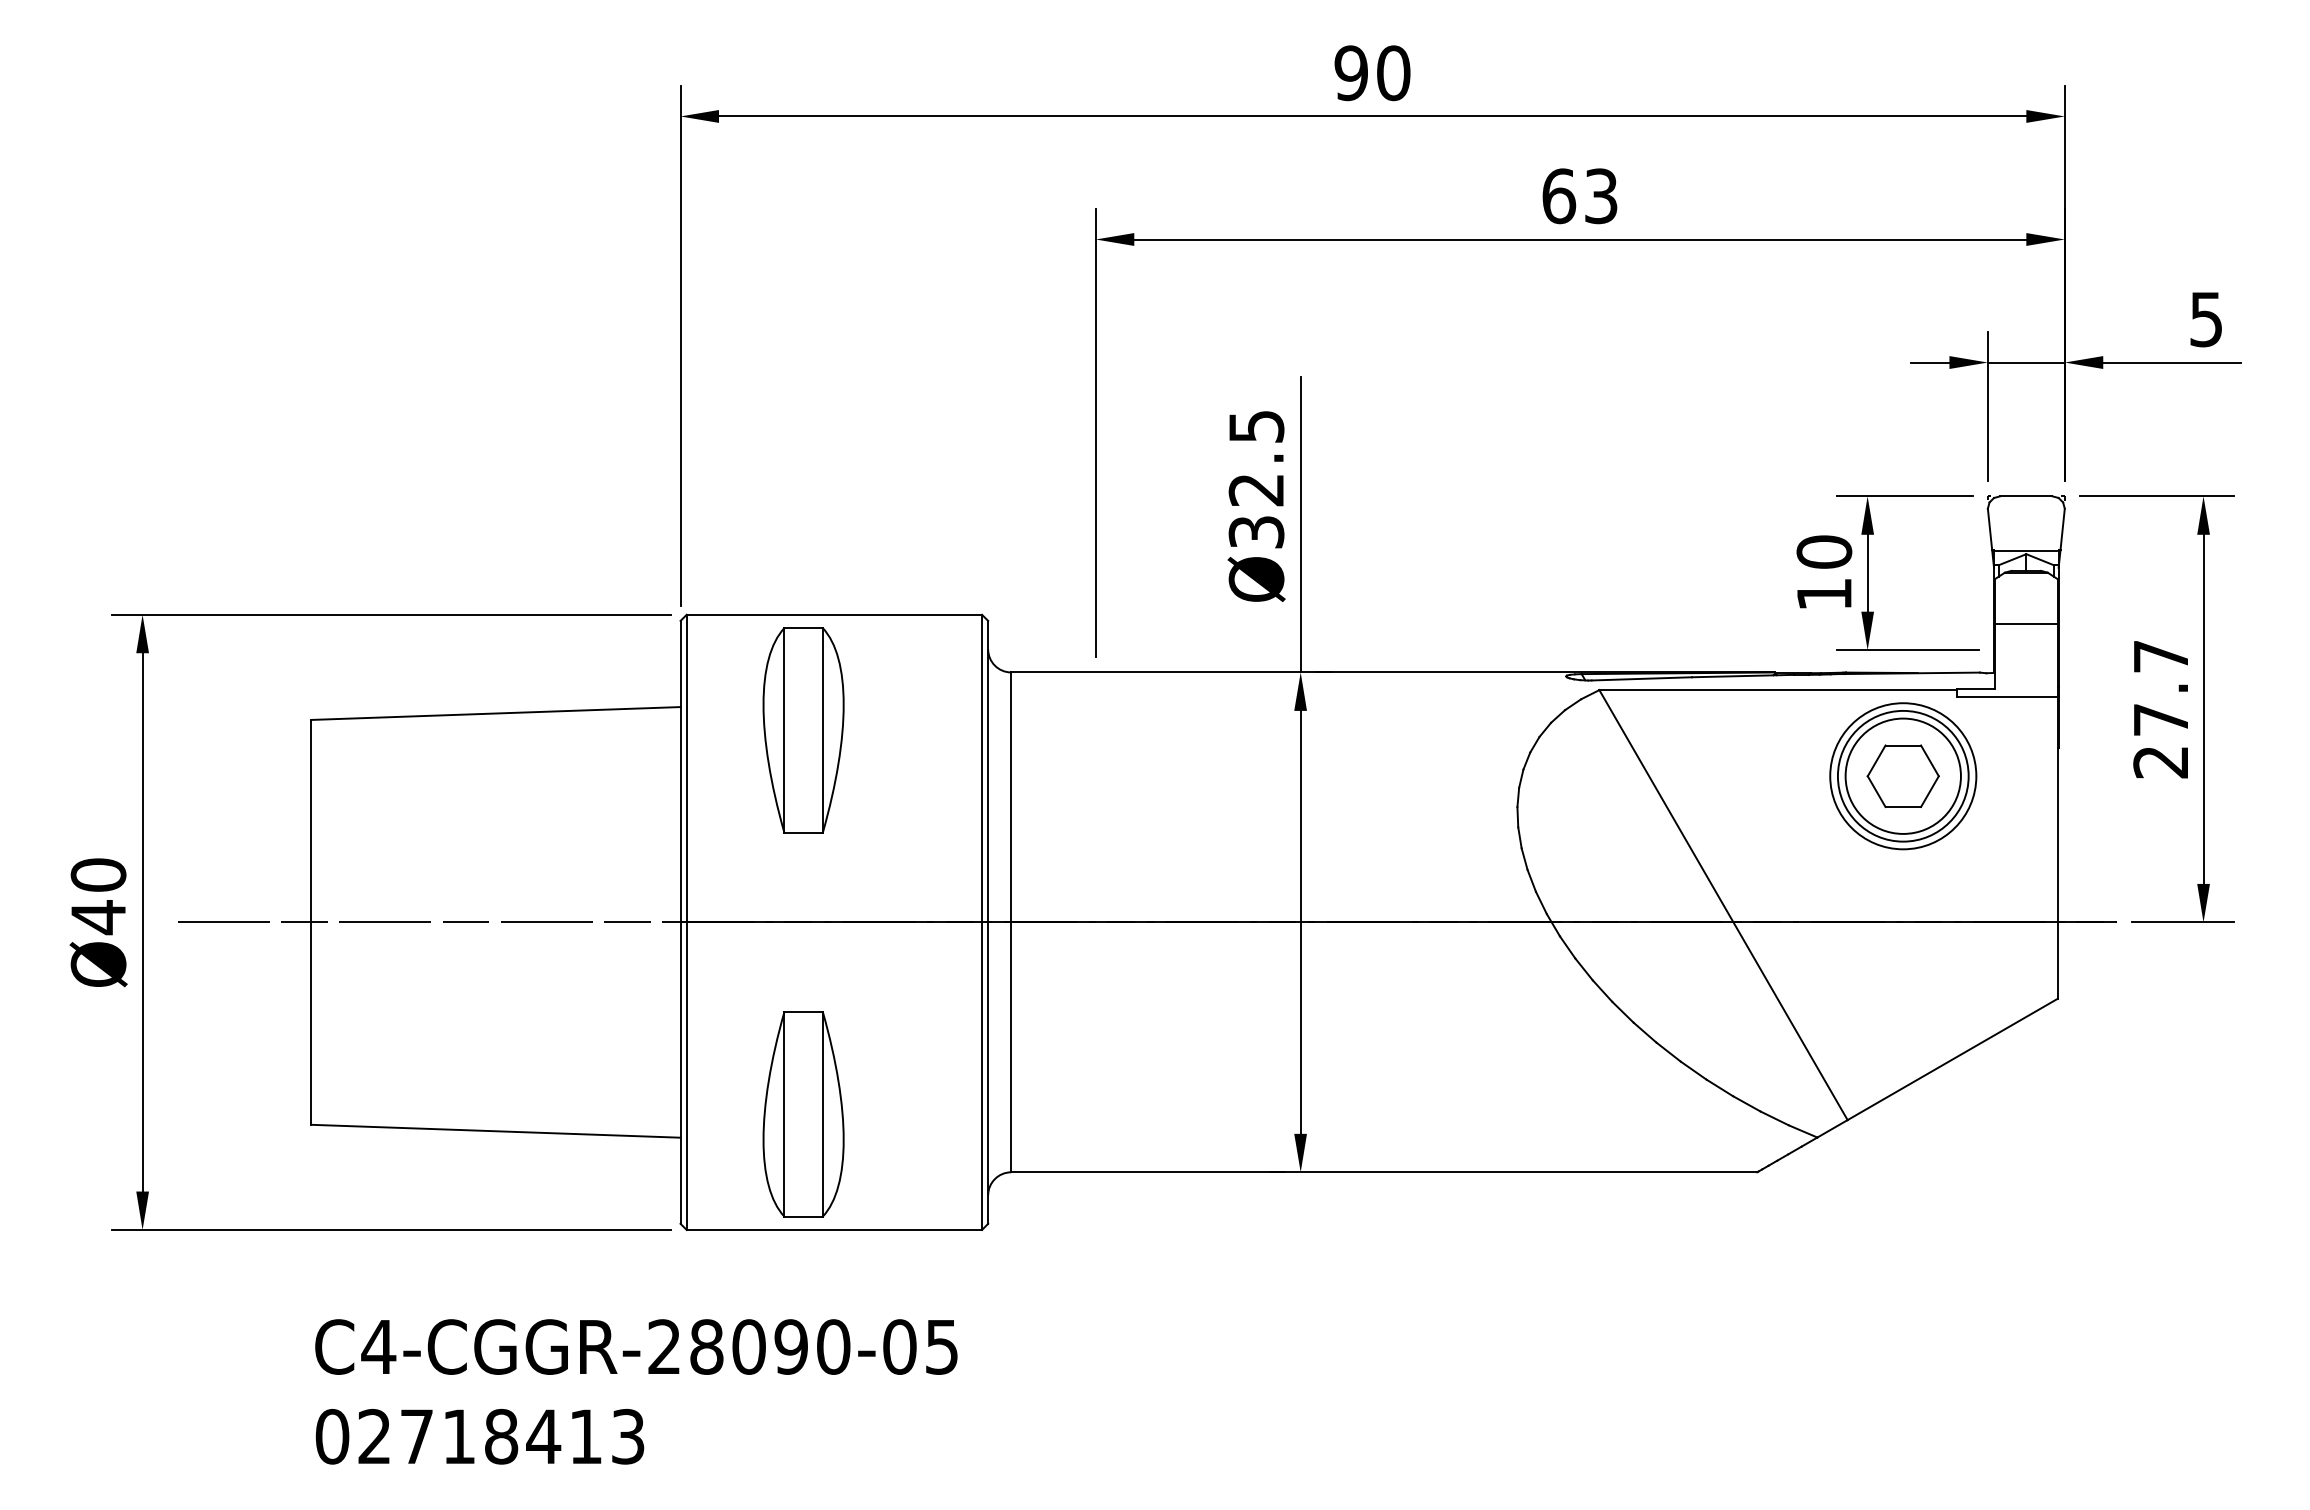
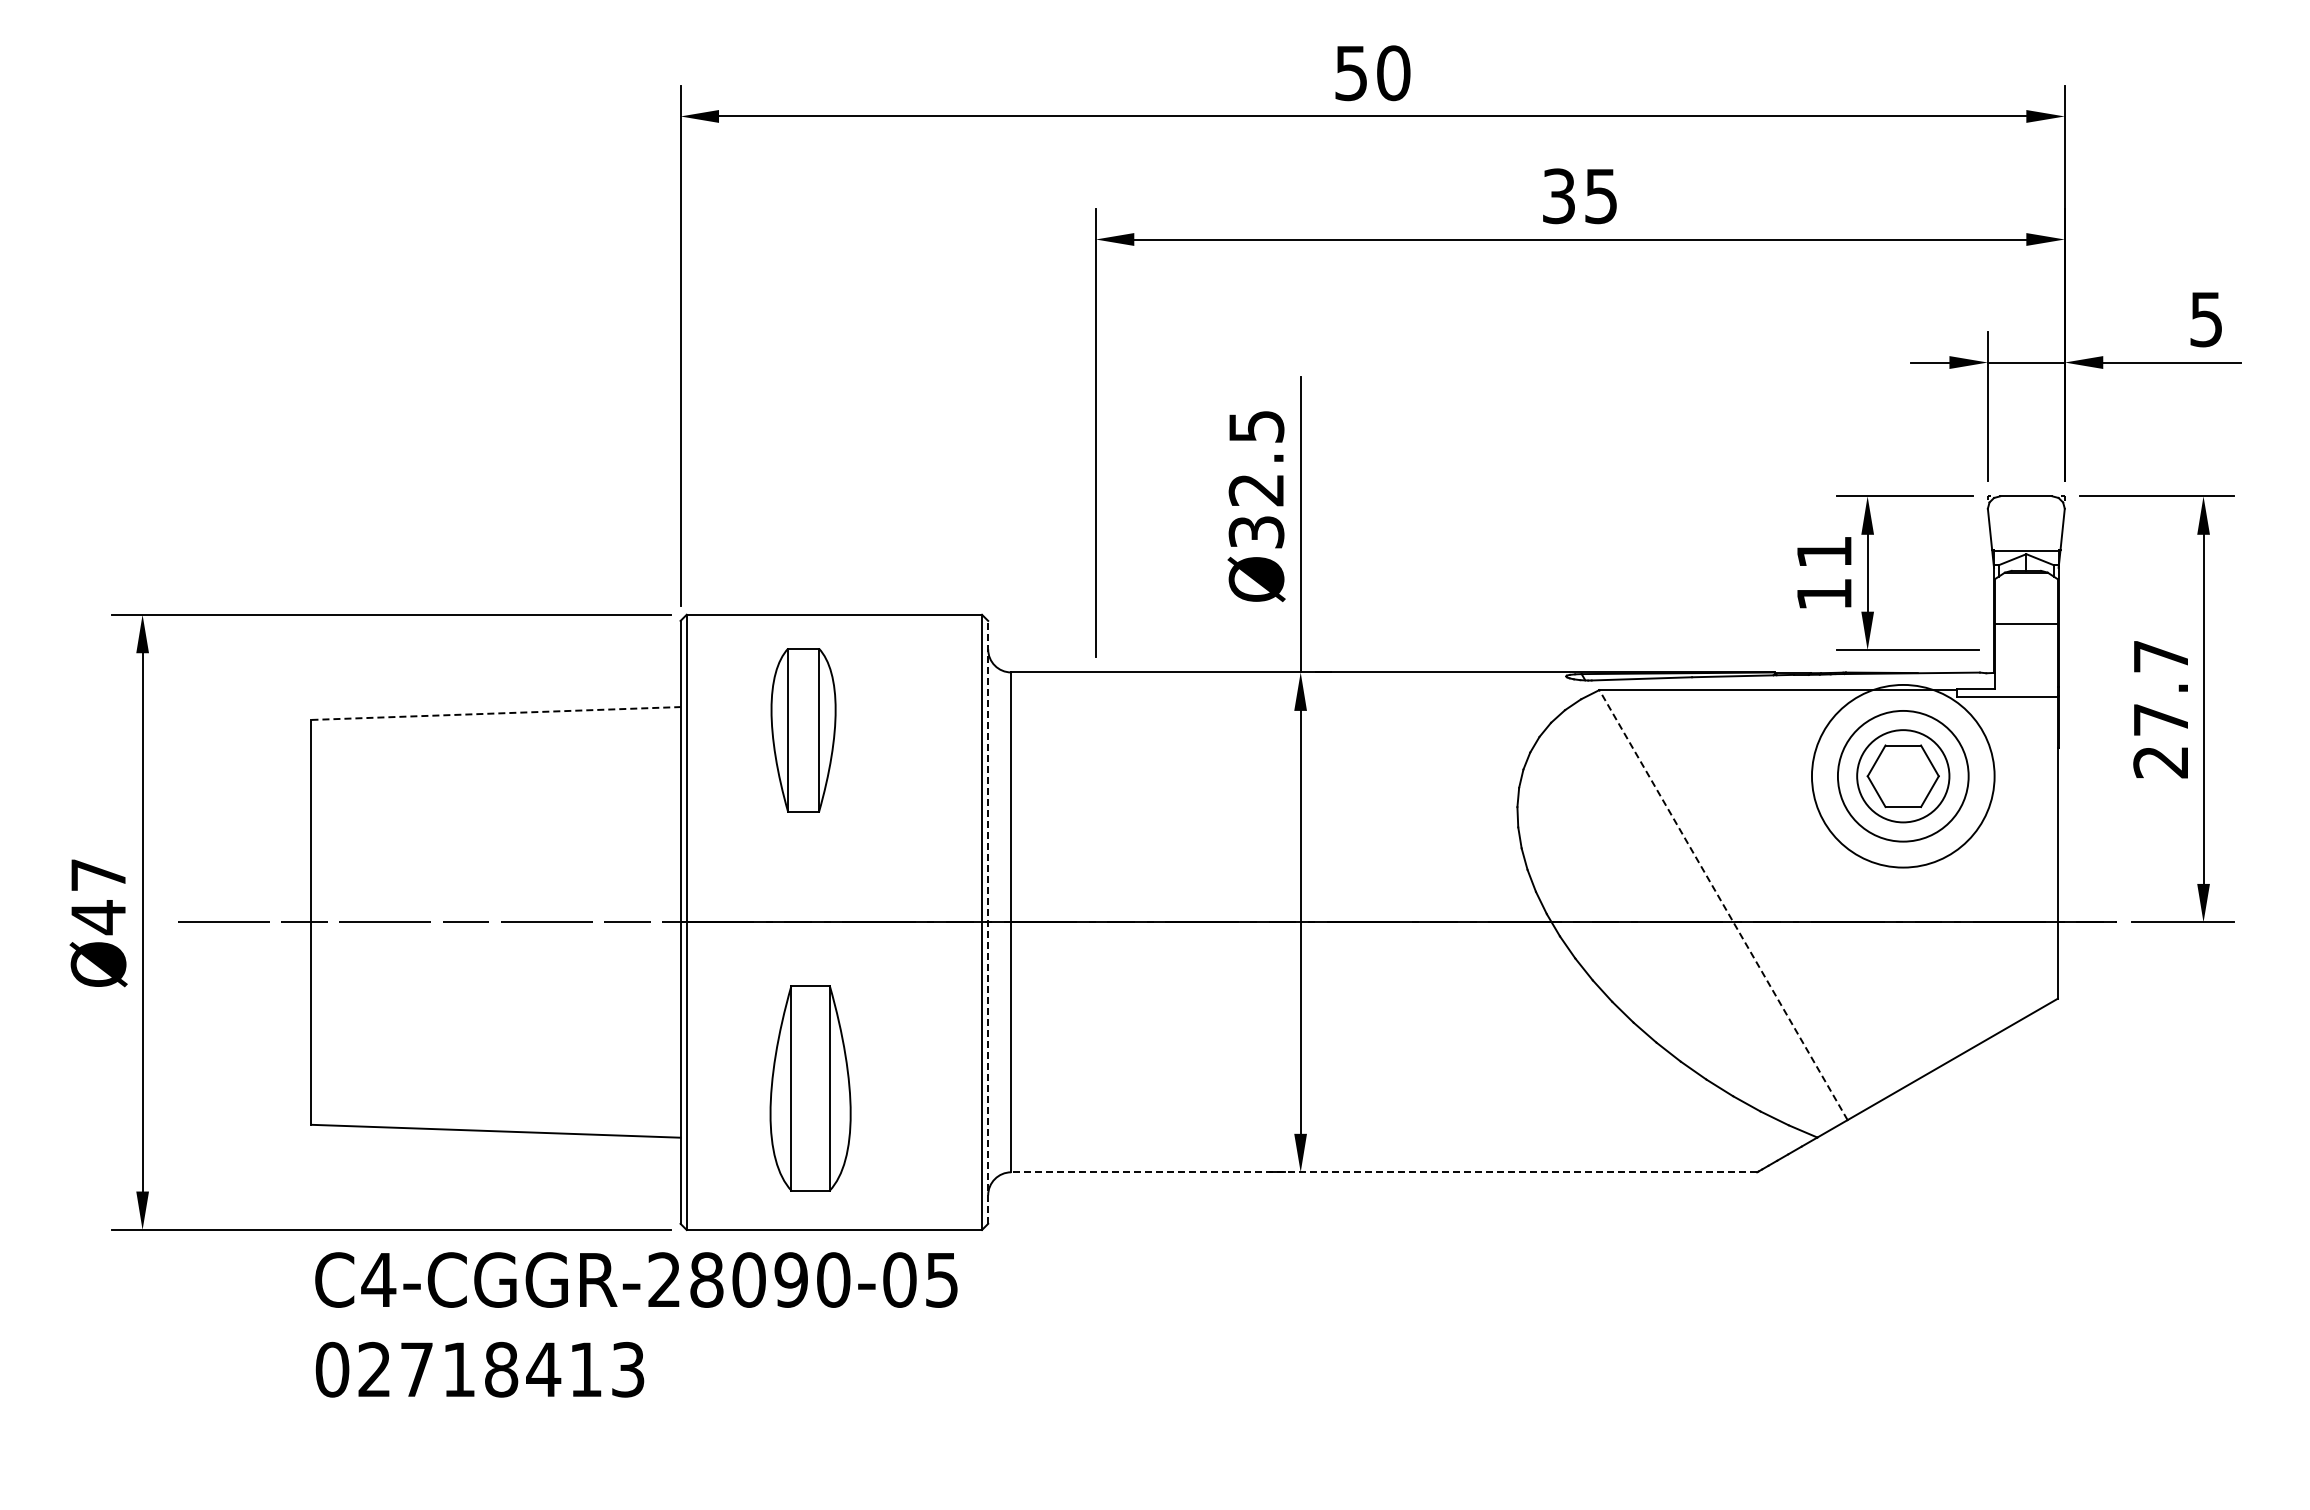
text at (1350, 72): 90 -> 50
text at (1579, 196): 63 -> 35
text at (1824, 551): 10 -> 11
line at (496, 713): solid -> dashed
part at (803, 730) size: 83x207 px -> 67x165 px
circle at (1902, 775) diameter: 115 px -> 92 px
circle at (1903, 776) diameter: 146 px -> 183 px
text at (98, 874): Ø40 -> Ø47
line at (1723, 904): solid -> dashed
line at (988, 921): solid -> dashed
part at (803, 1114) position: (803, 1114) -> (810, 1088)
line at (1384, 1172): solid -> dashed
text at (636, 1391) position: (636, 1391) -> (636, 1324)
